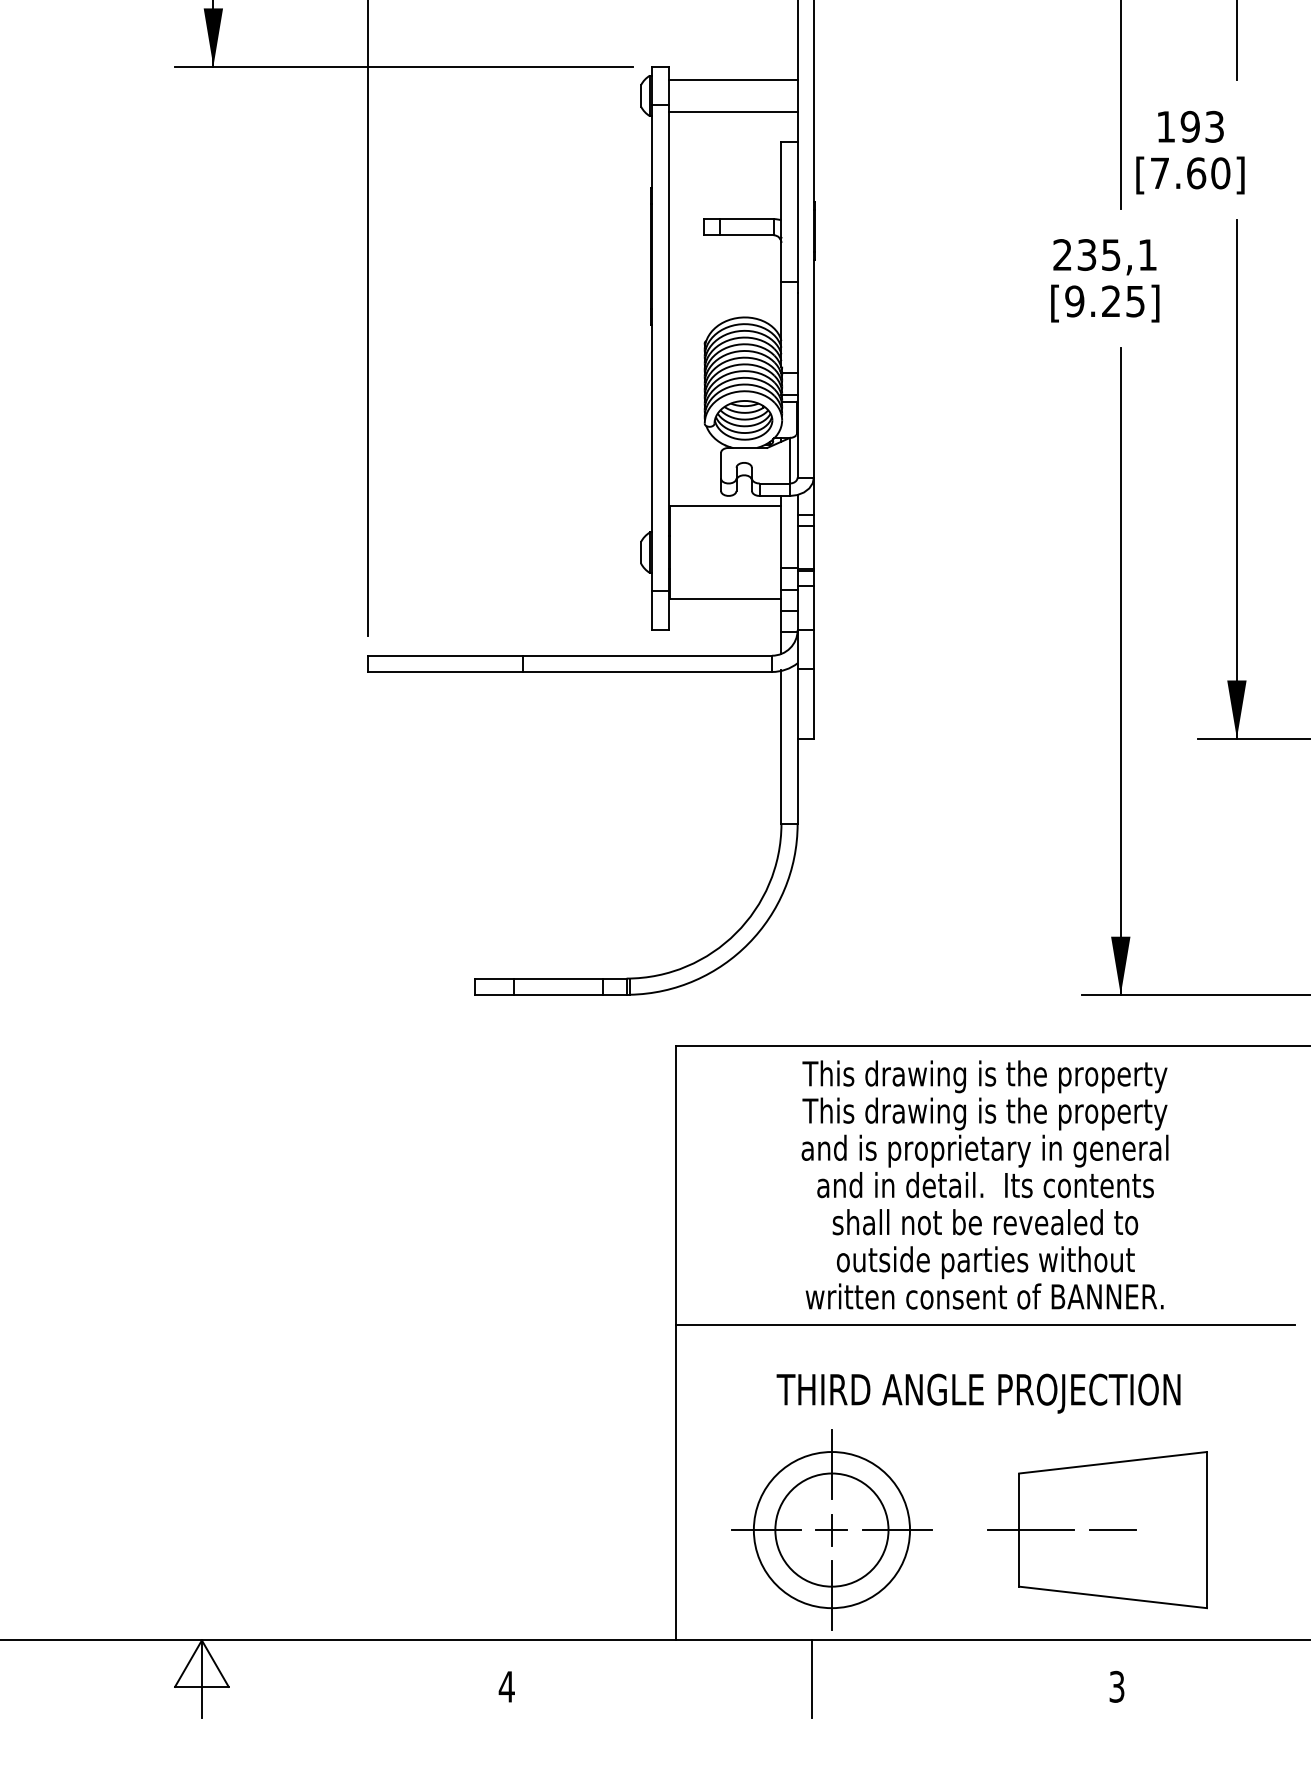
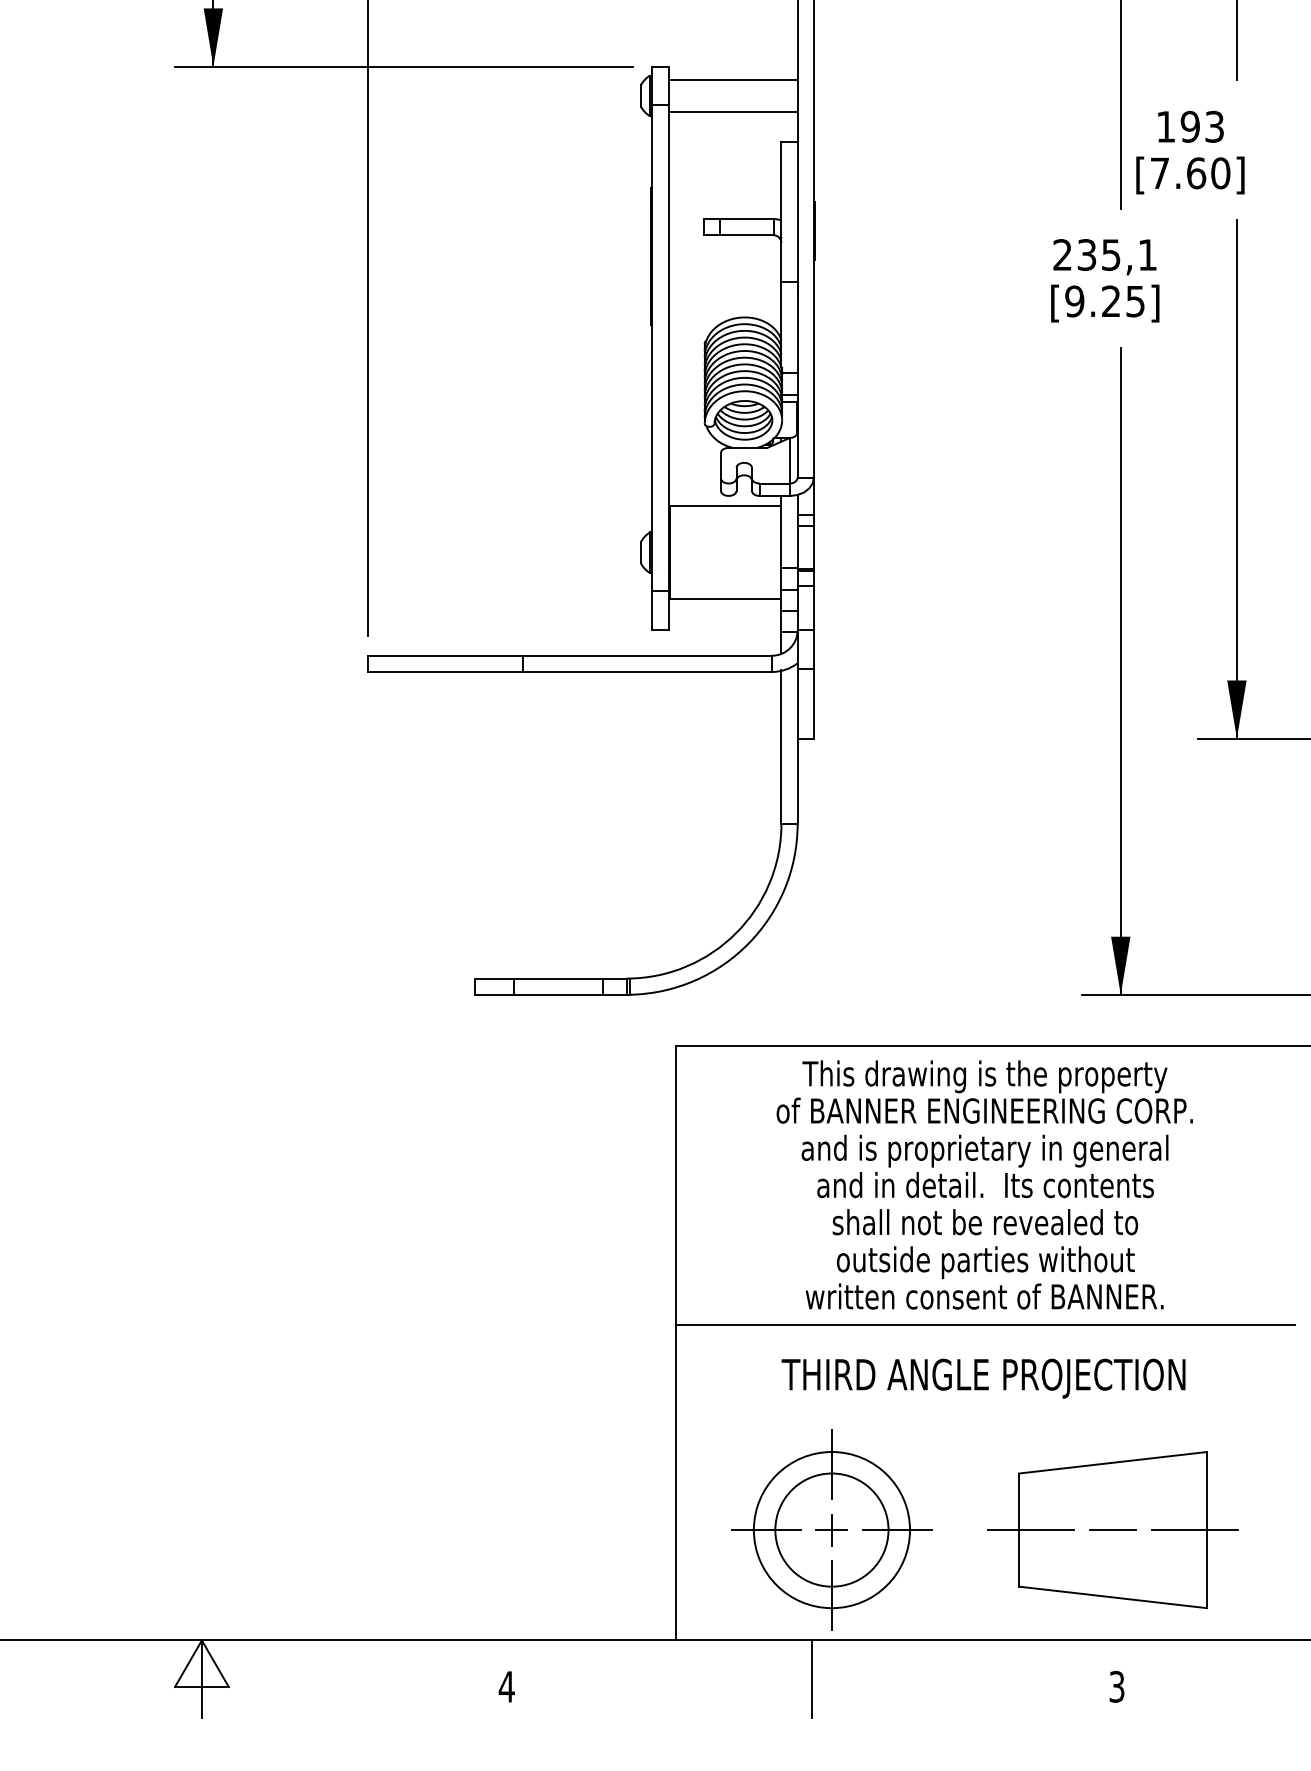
text at (984, 1113): This drawing is the property -> of BANNER ENGINEERING CORP.
text at (978, 1393) position: (978, 1393) -> (983, 1378)
line at (1194, 1530): none -> present
